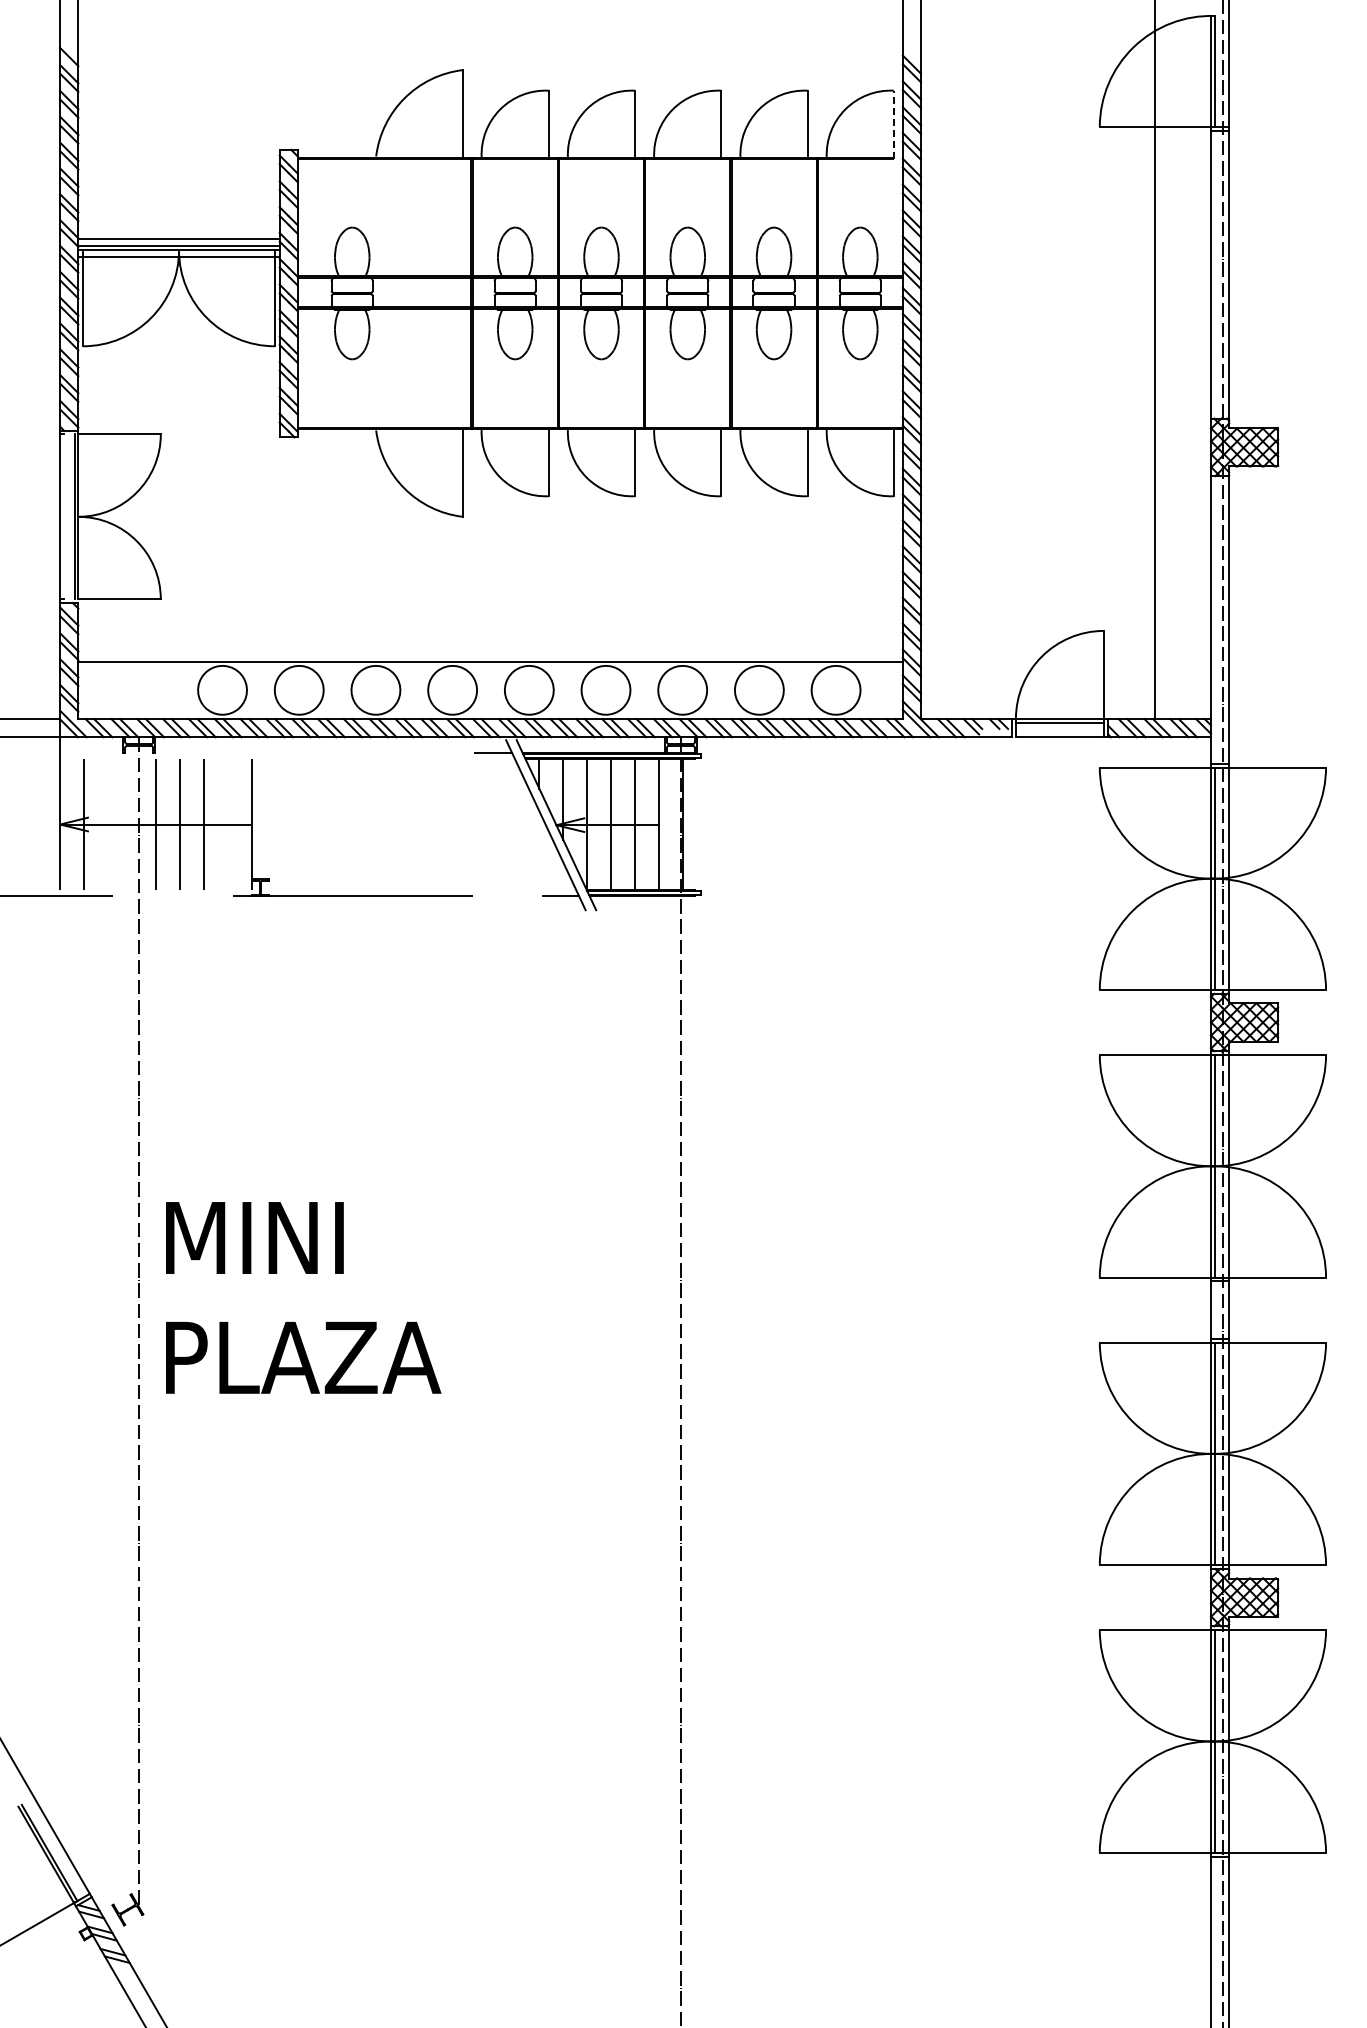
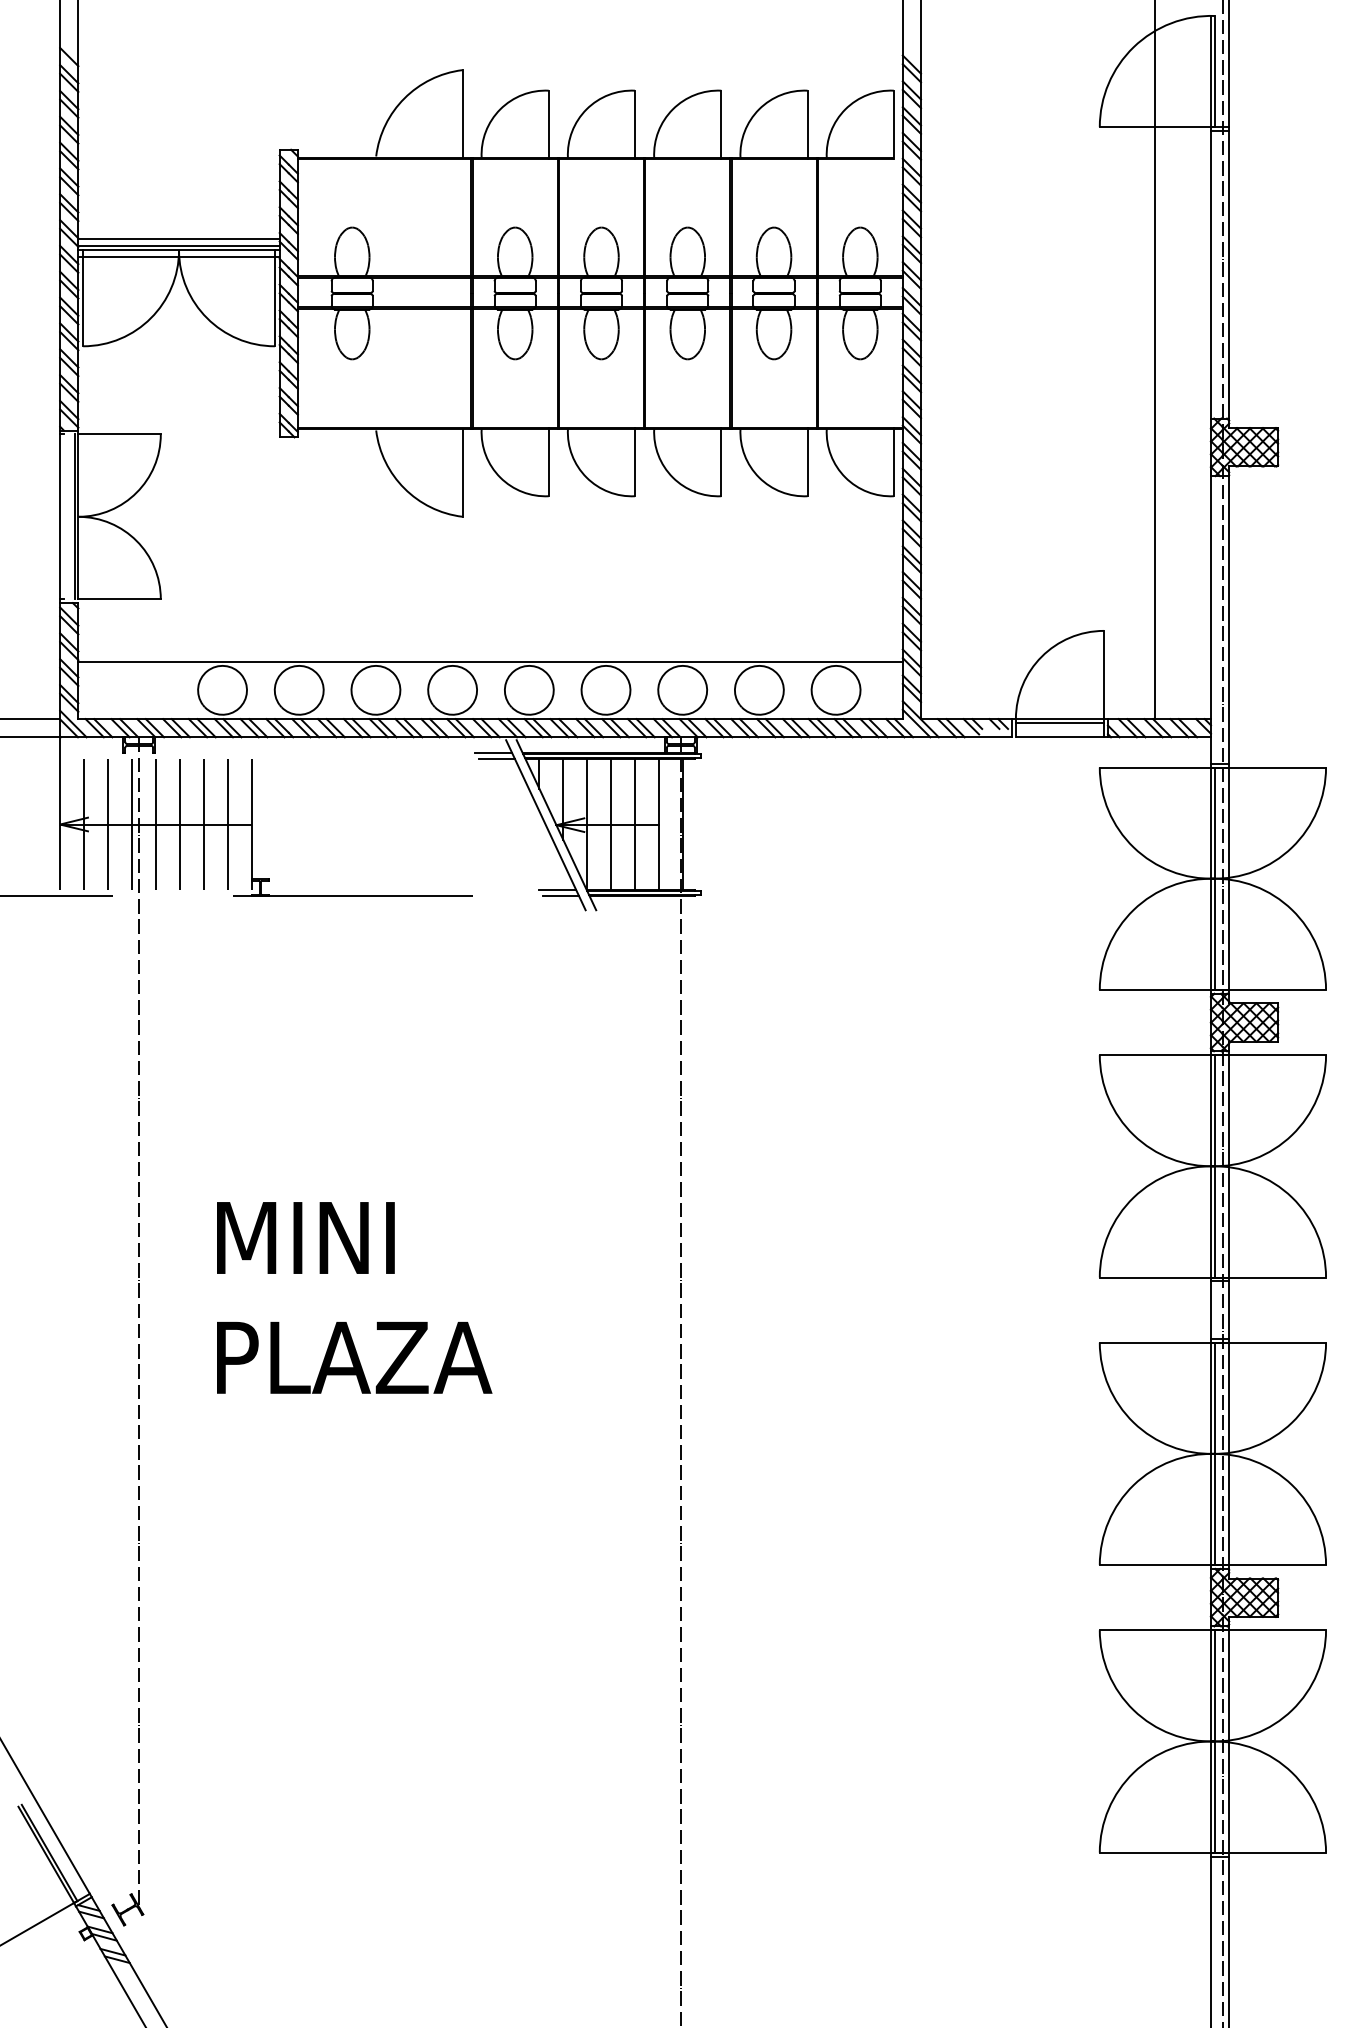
line at (893, 124): dashed -> solid
line at (496, 759): none -> present
line at (108, 824): none -> present
line at (132, 824): none -> present
line at (227, 824): none -> present
line at (557, 889): none -> present
text at (303, 1297) position: (303, 1297) -> (354, 1297)
